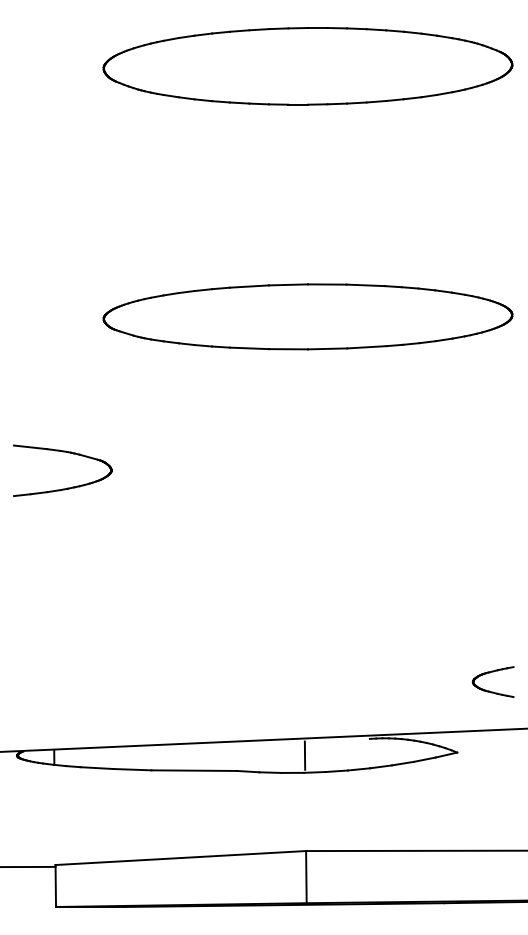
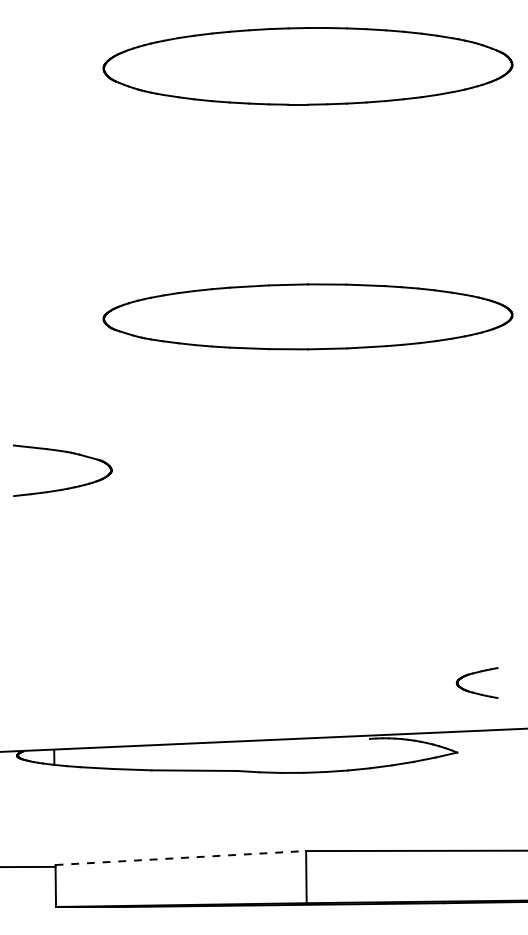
part at (489, 673) position: (489, 673) -> (473, 674)
line at (304, 755): present -> none
line at (181, 858): solid -> dashed
